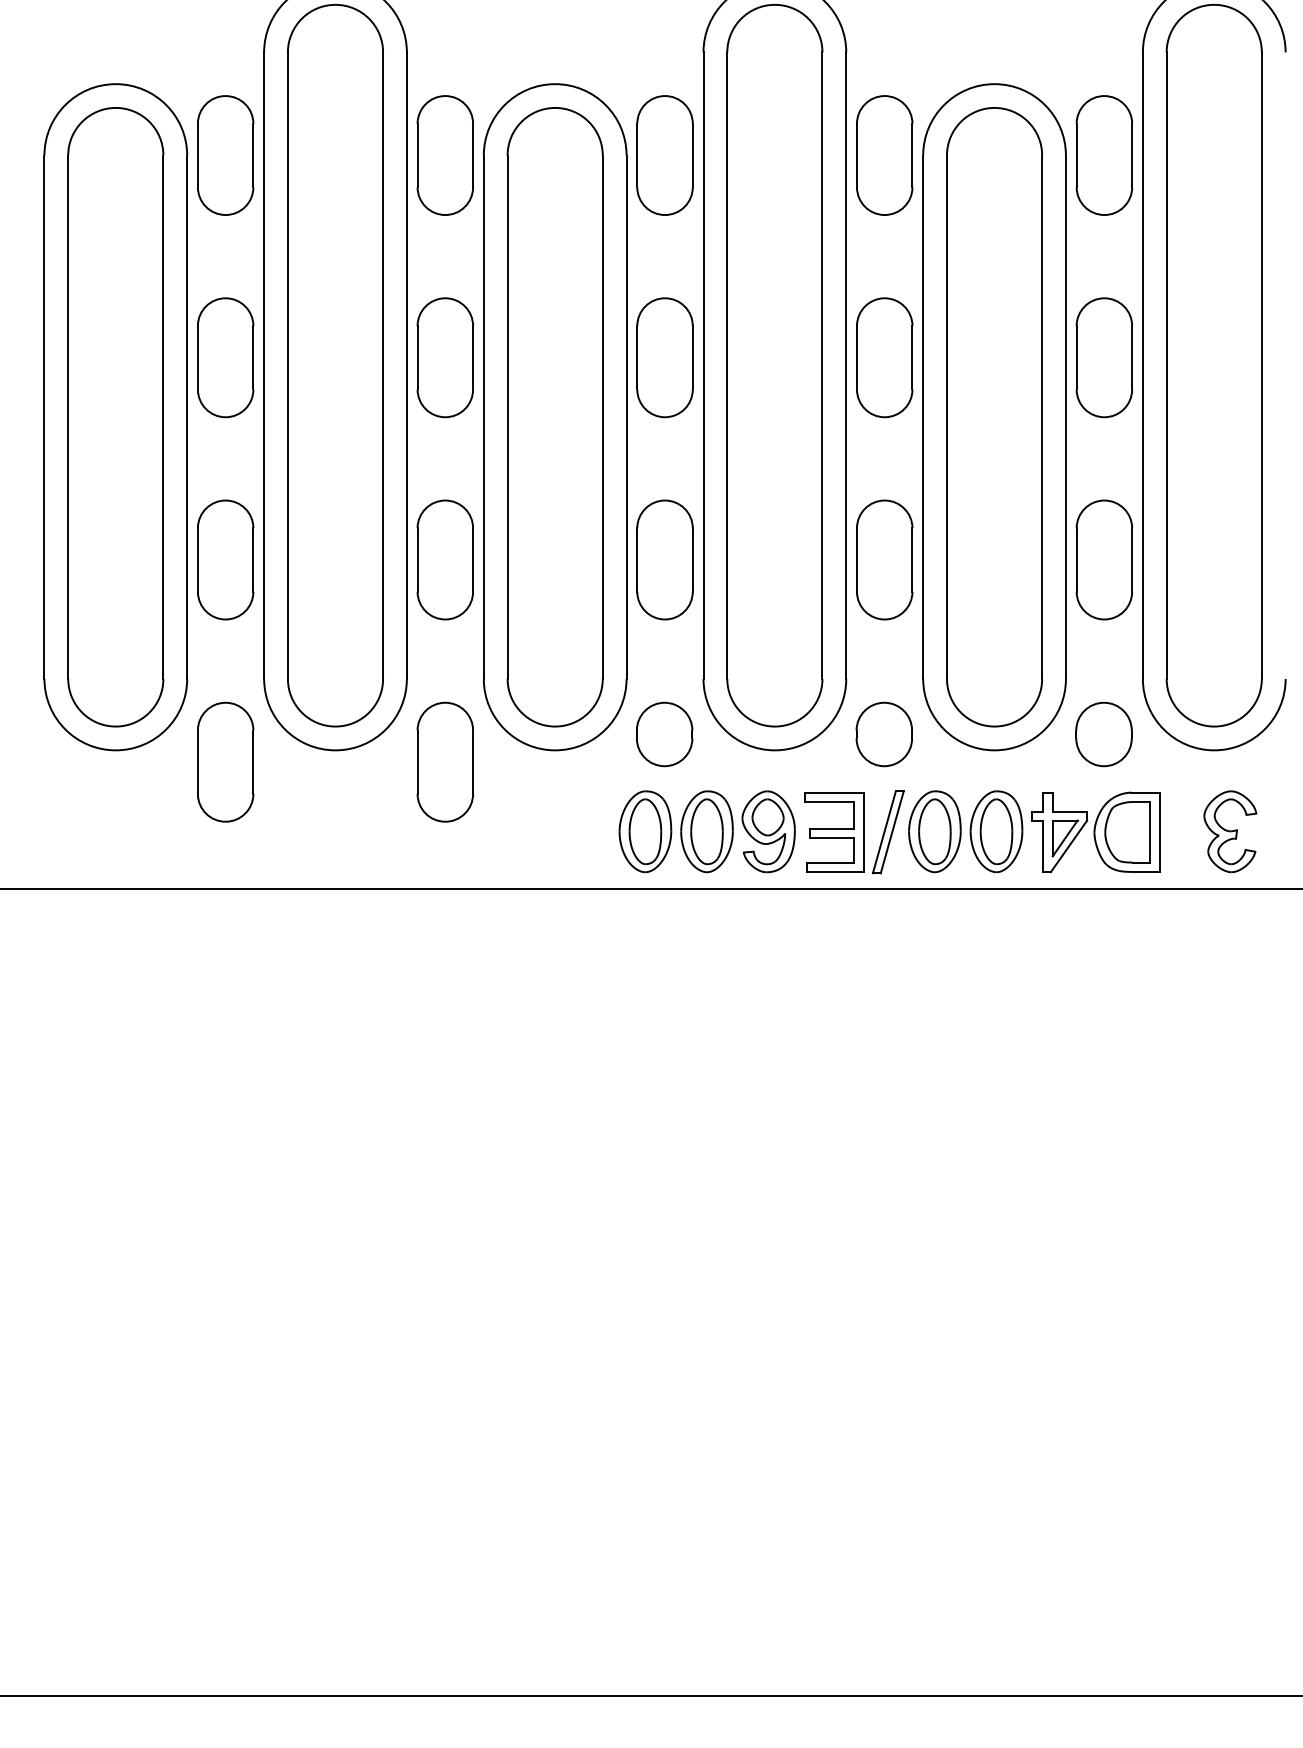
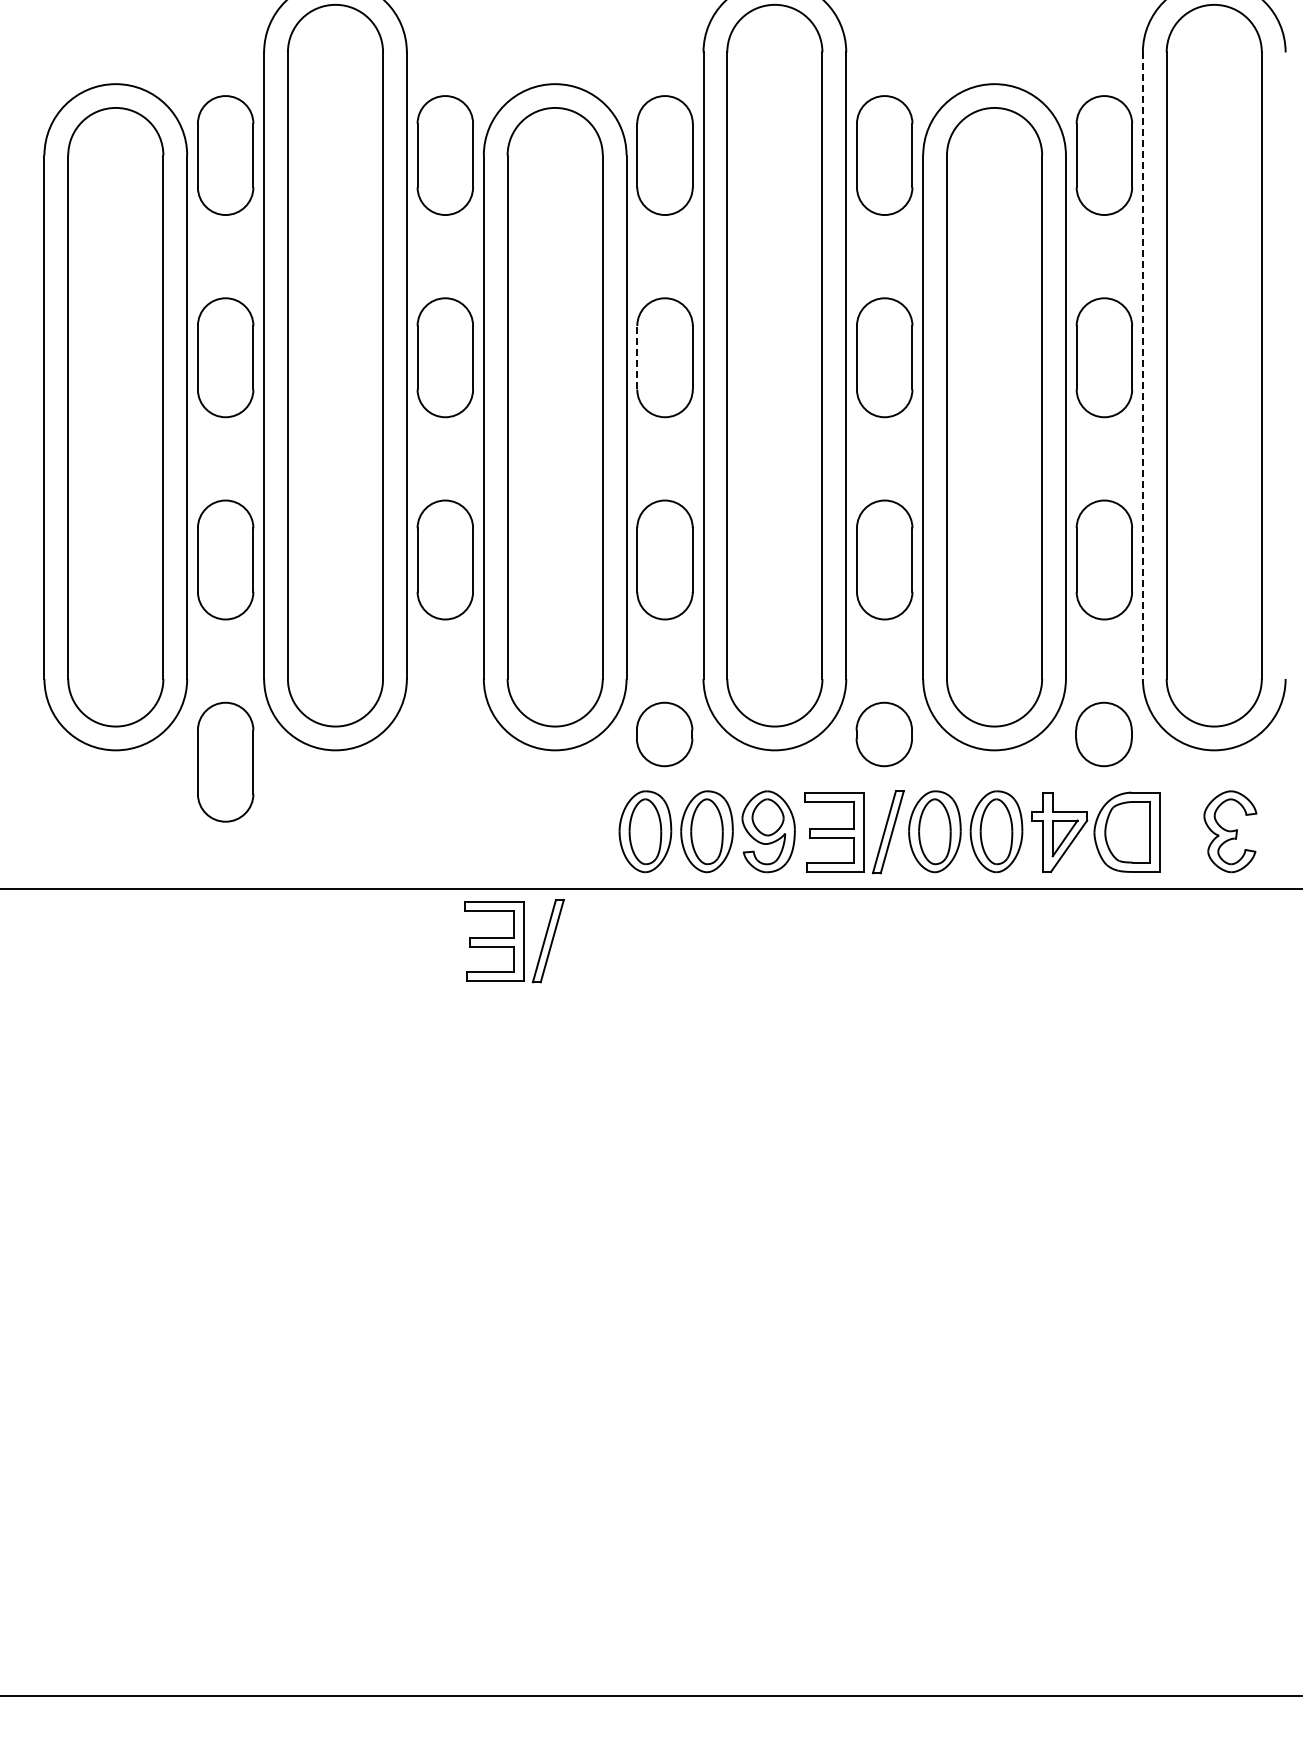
line at (637, 357): solid -> dashed
line at (1142, 366): solid -> dashed
part at (444, 761): present -> none
part at (514, 941): none -> present
